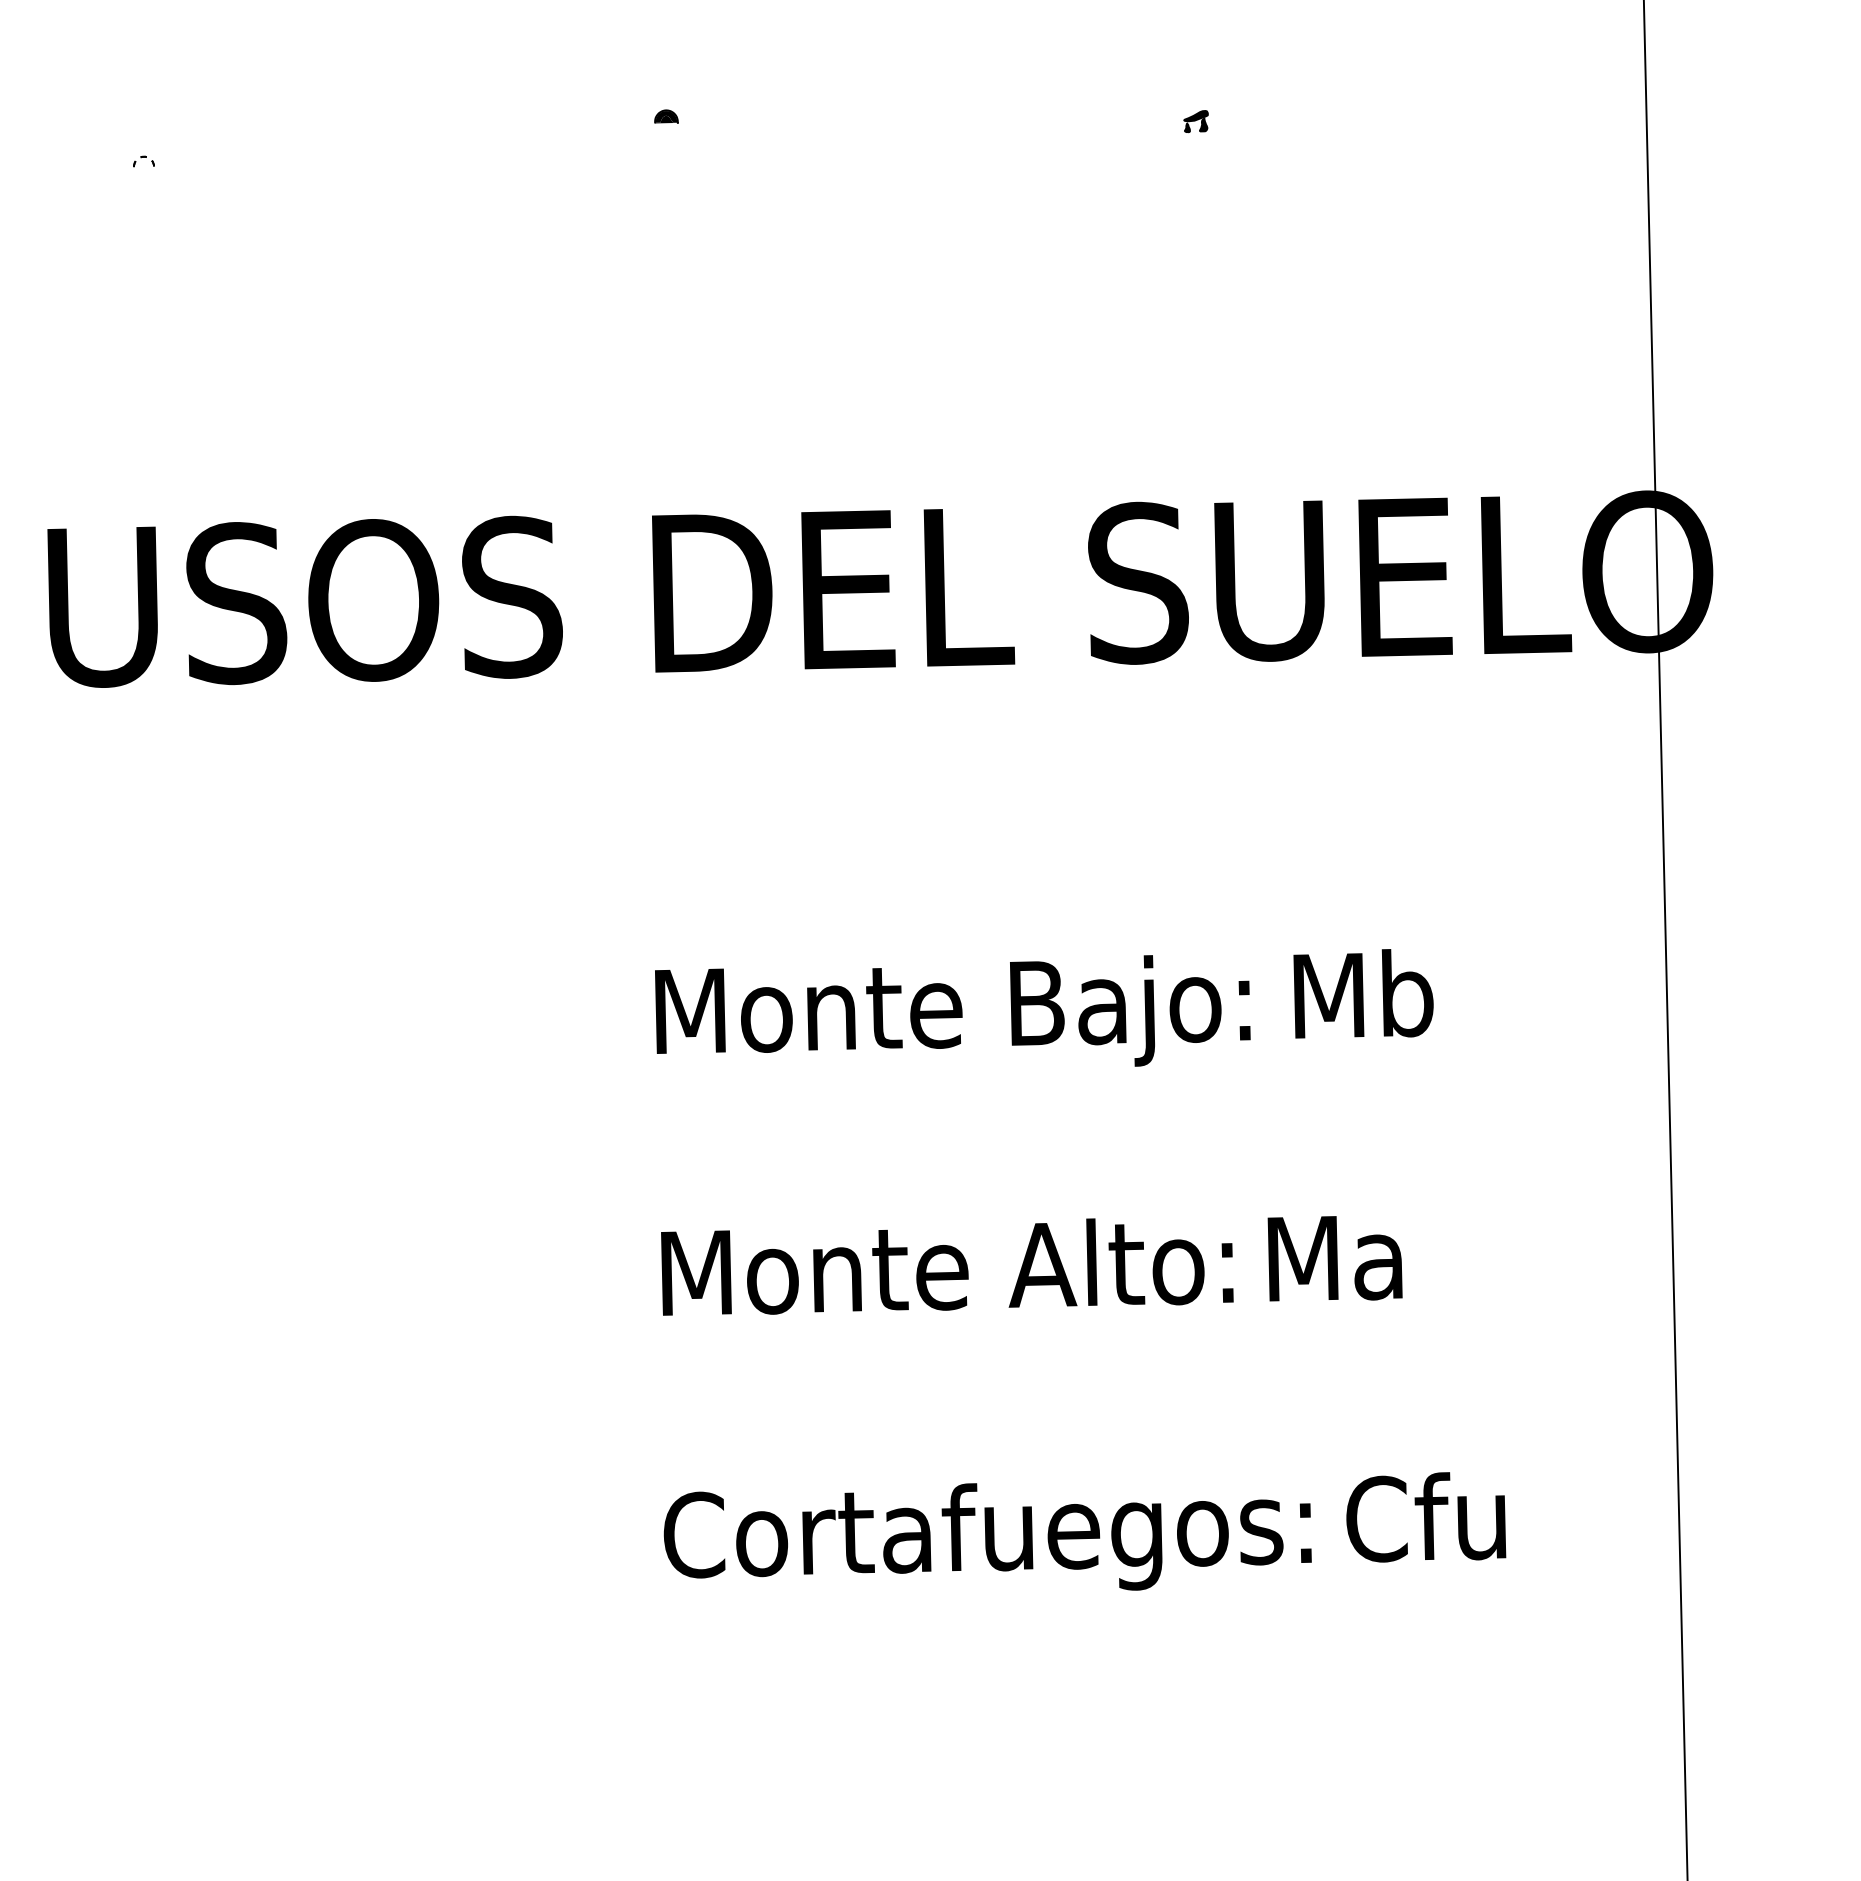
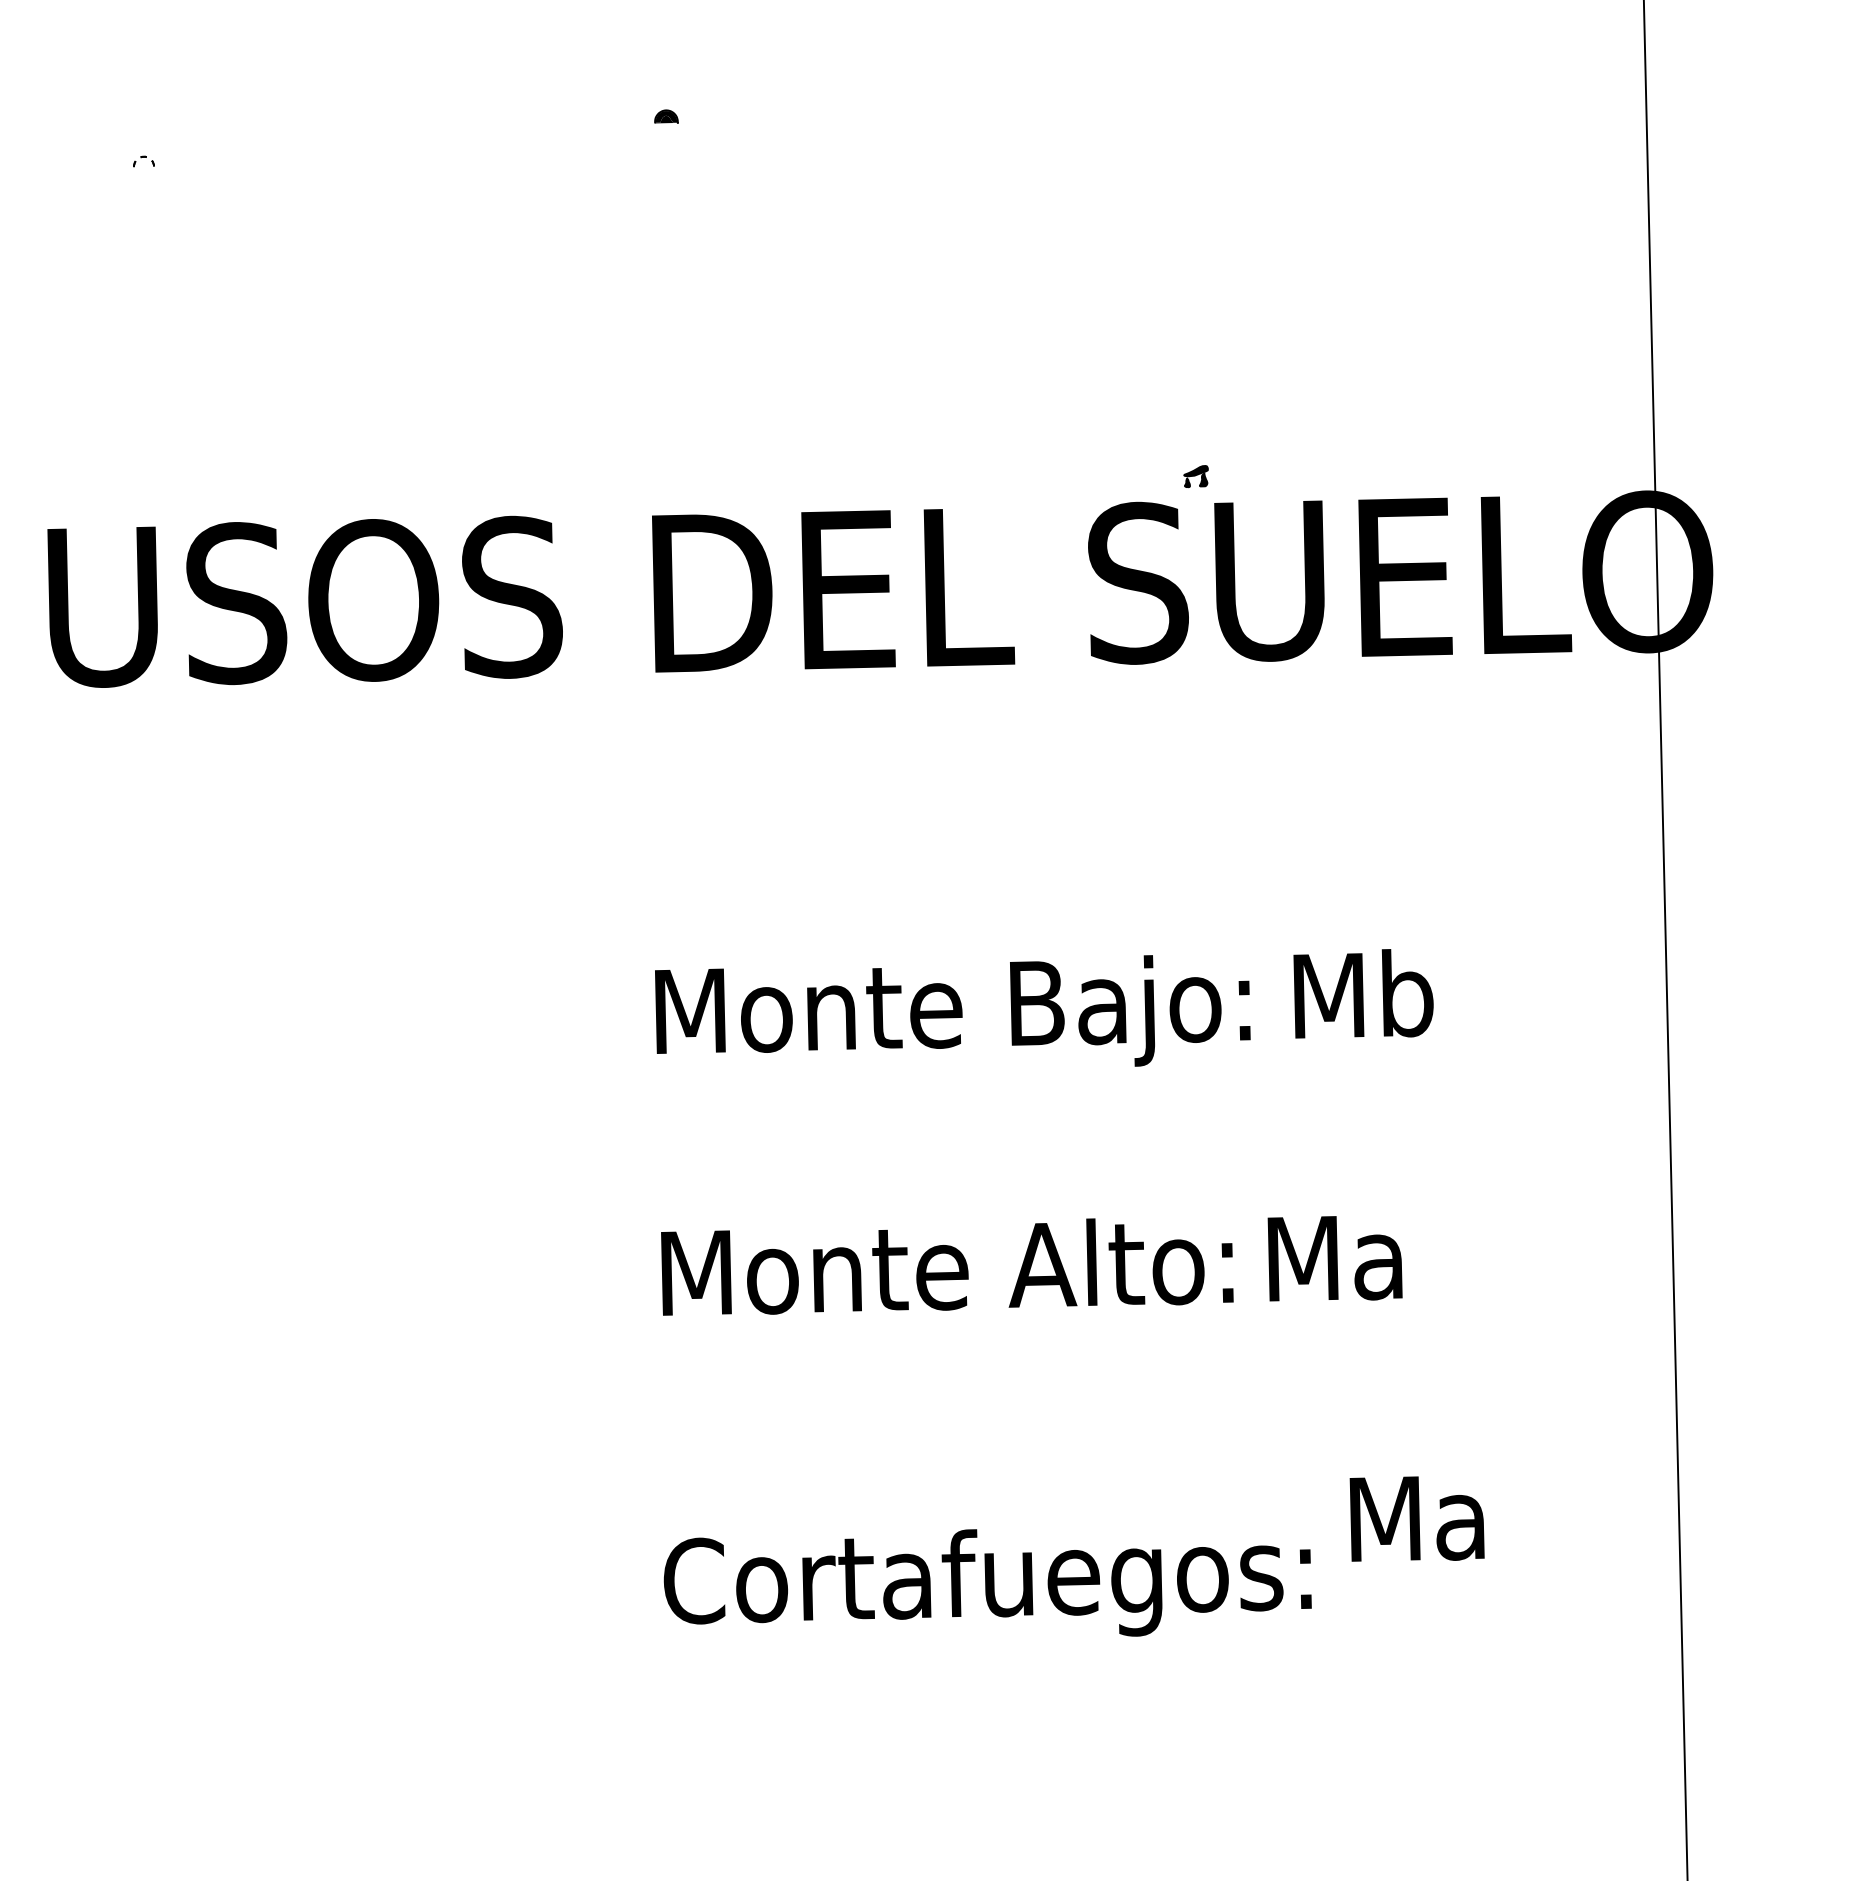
part at (1195, 121) position: (1195, 121) -> (1195, 476)
text at (1426, 1517): Cfu -> Ma
text at (987, 1536) position: (987, 1536) -> (987, 1582)
